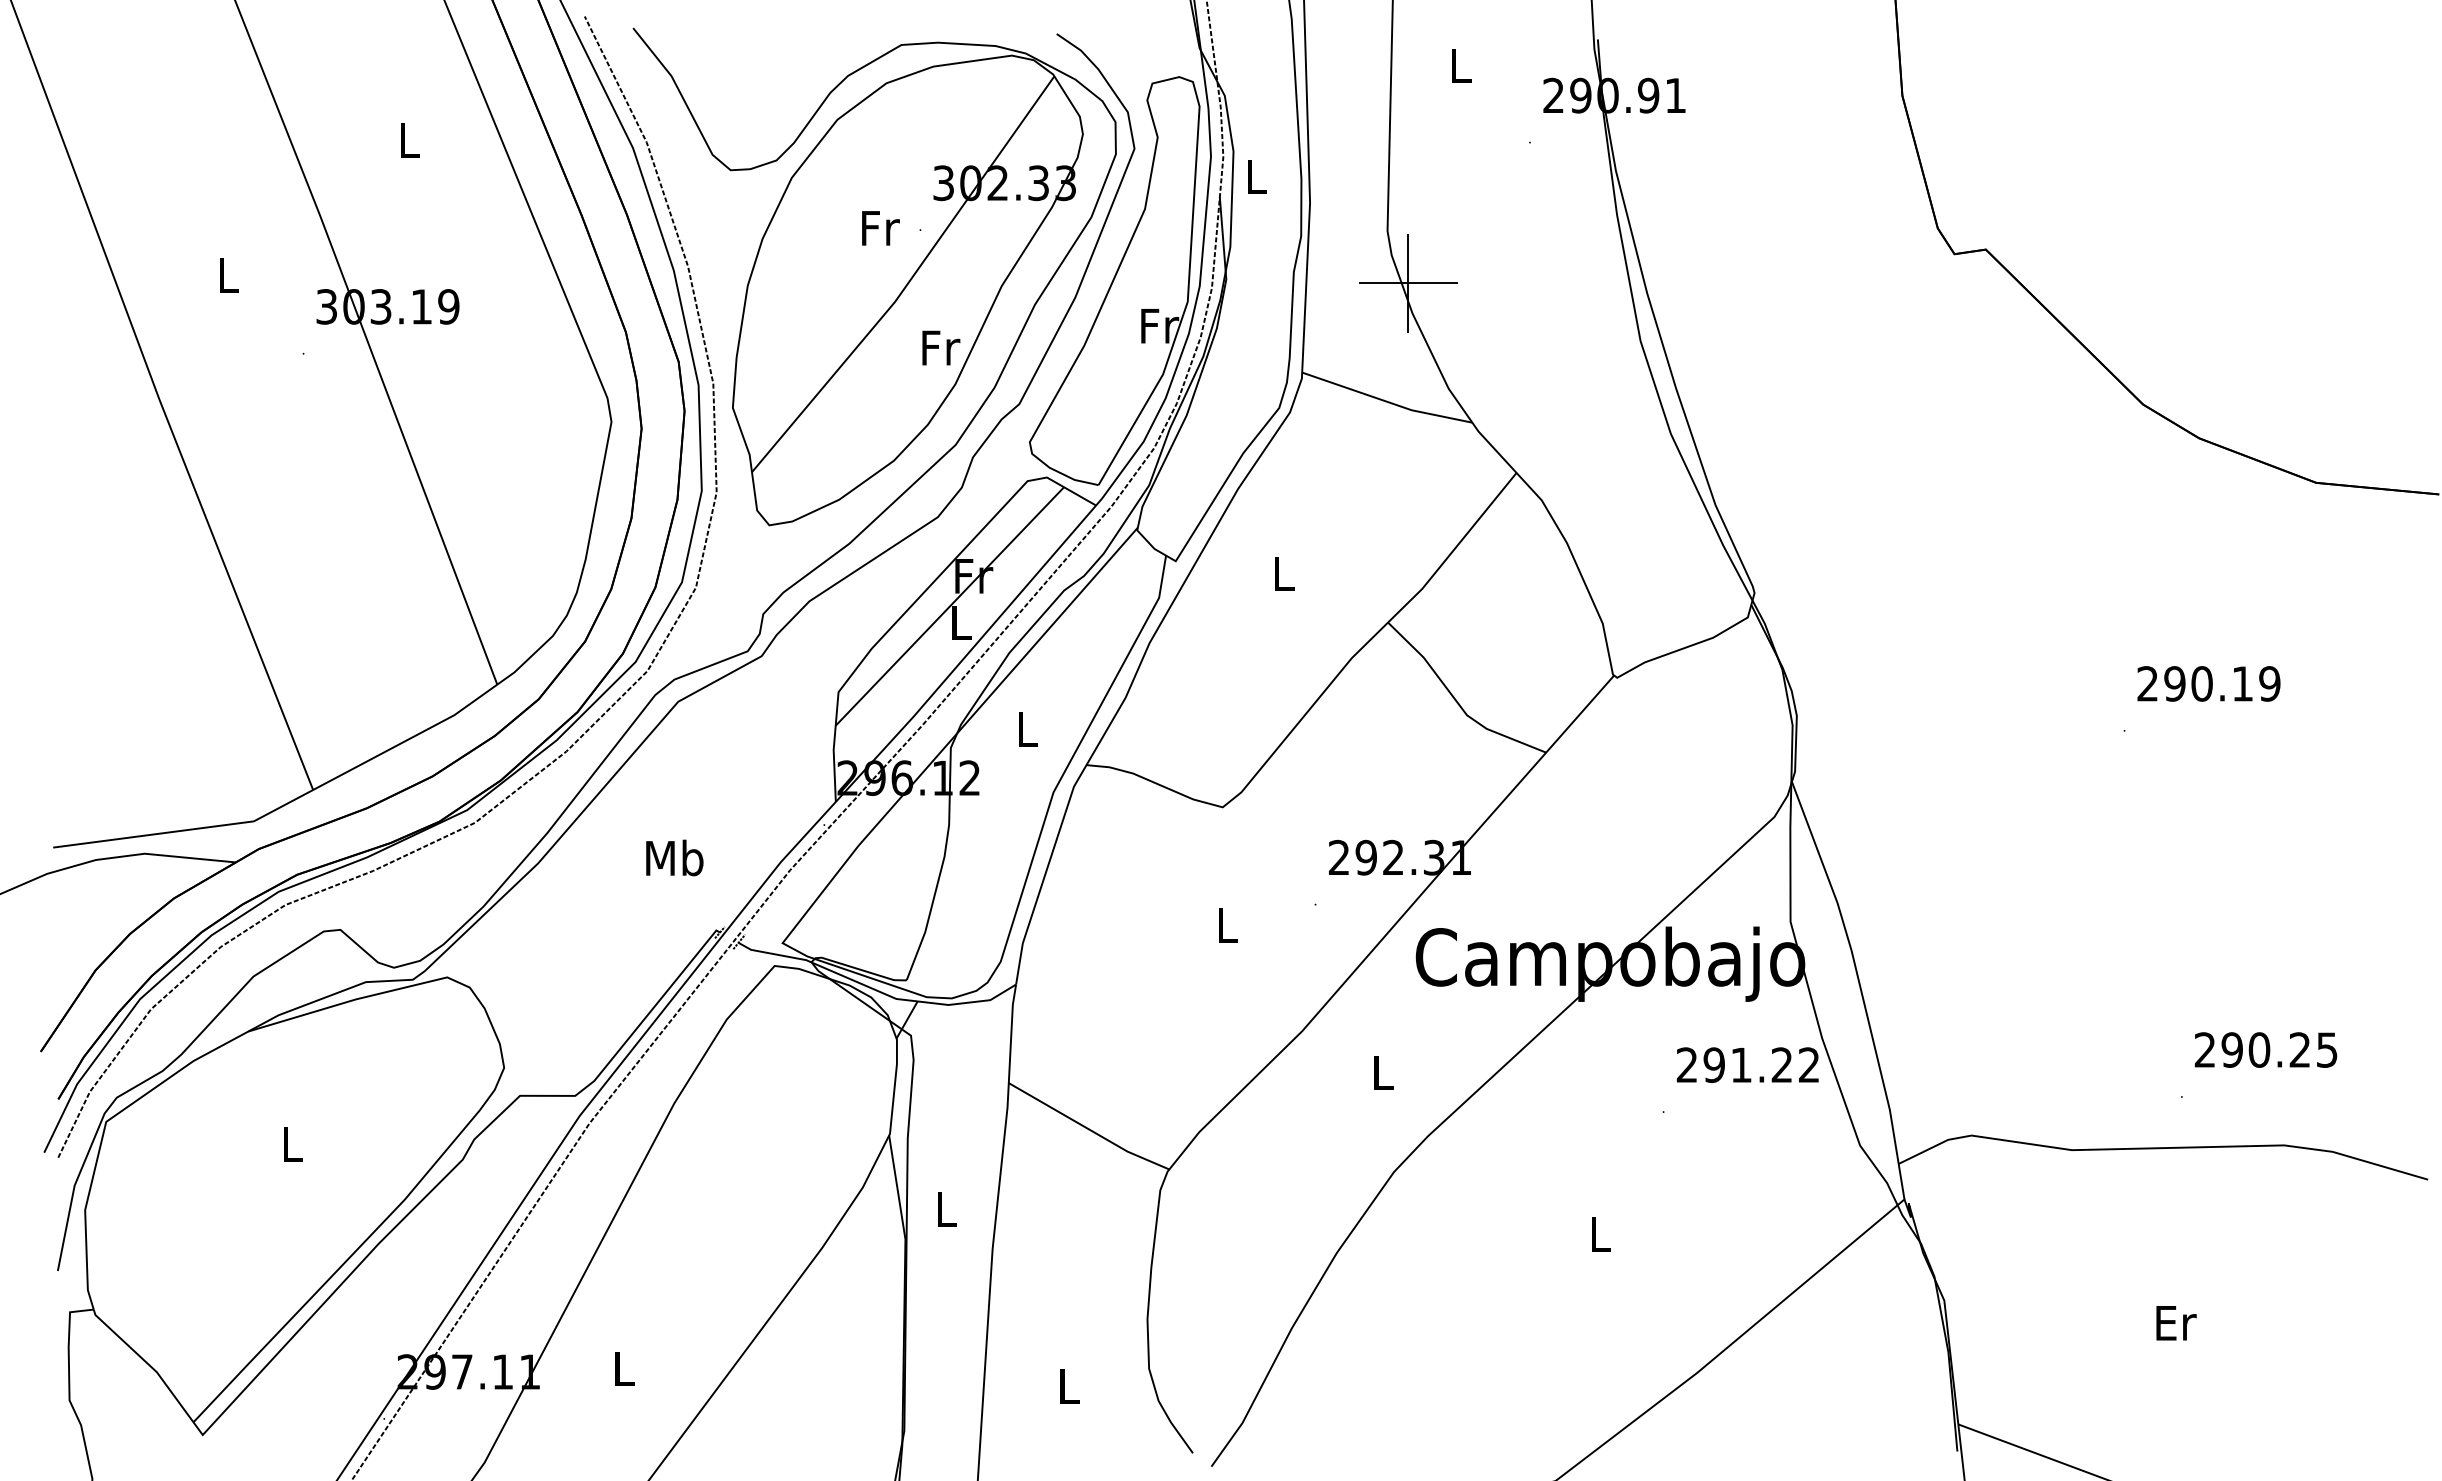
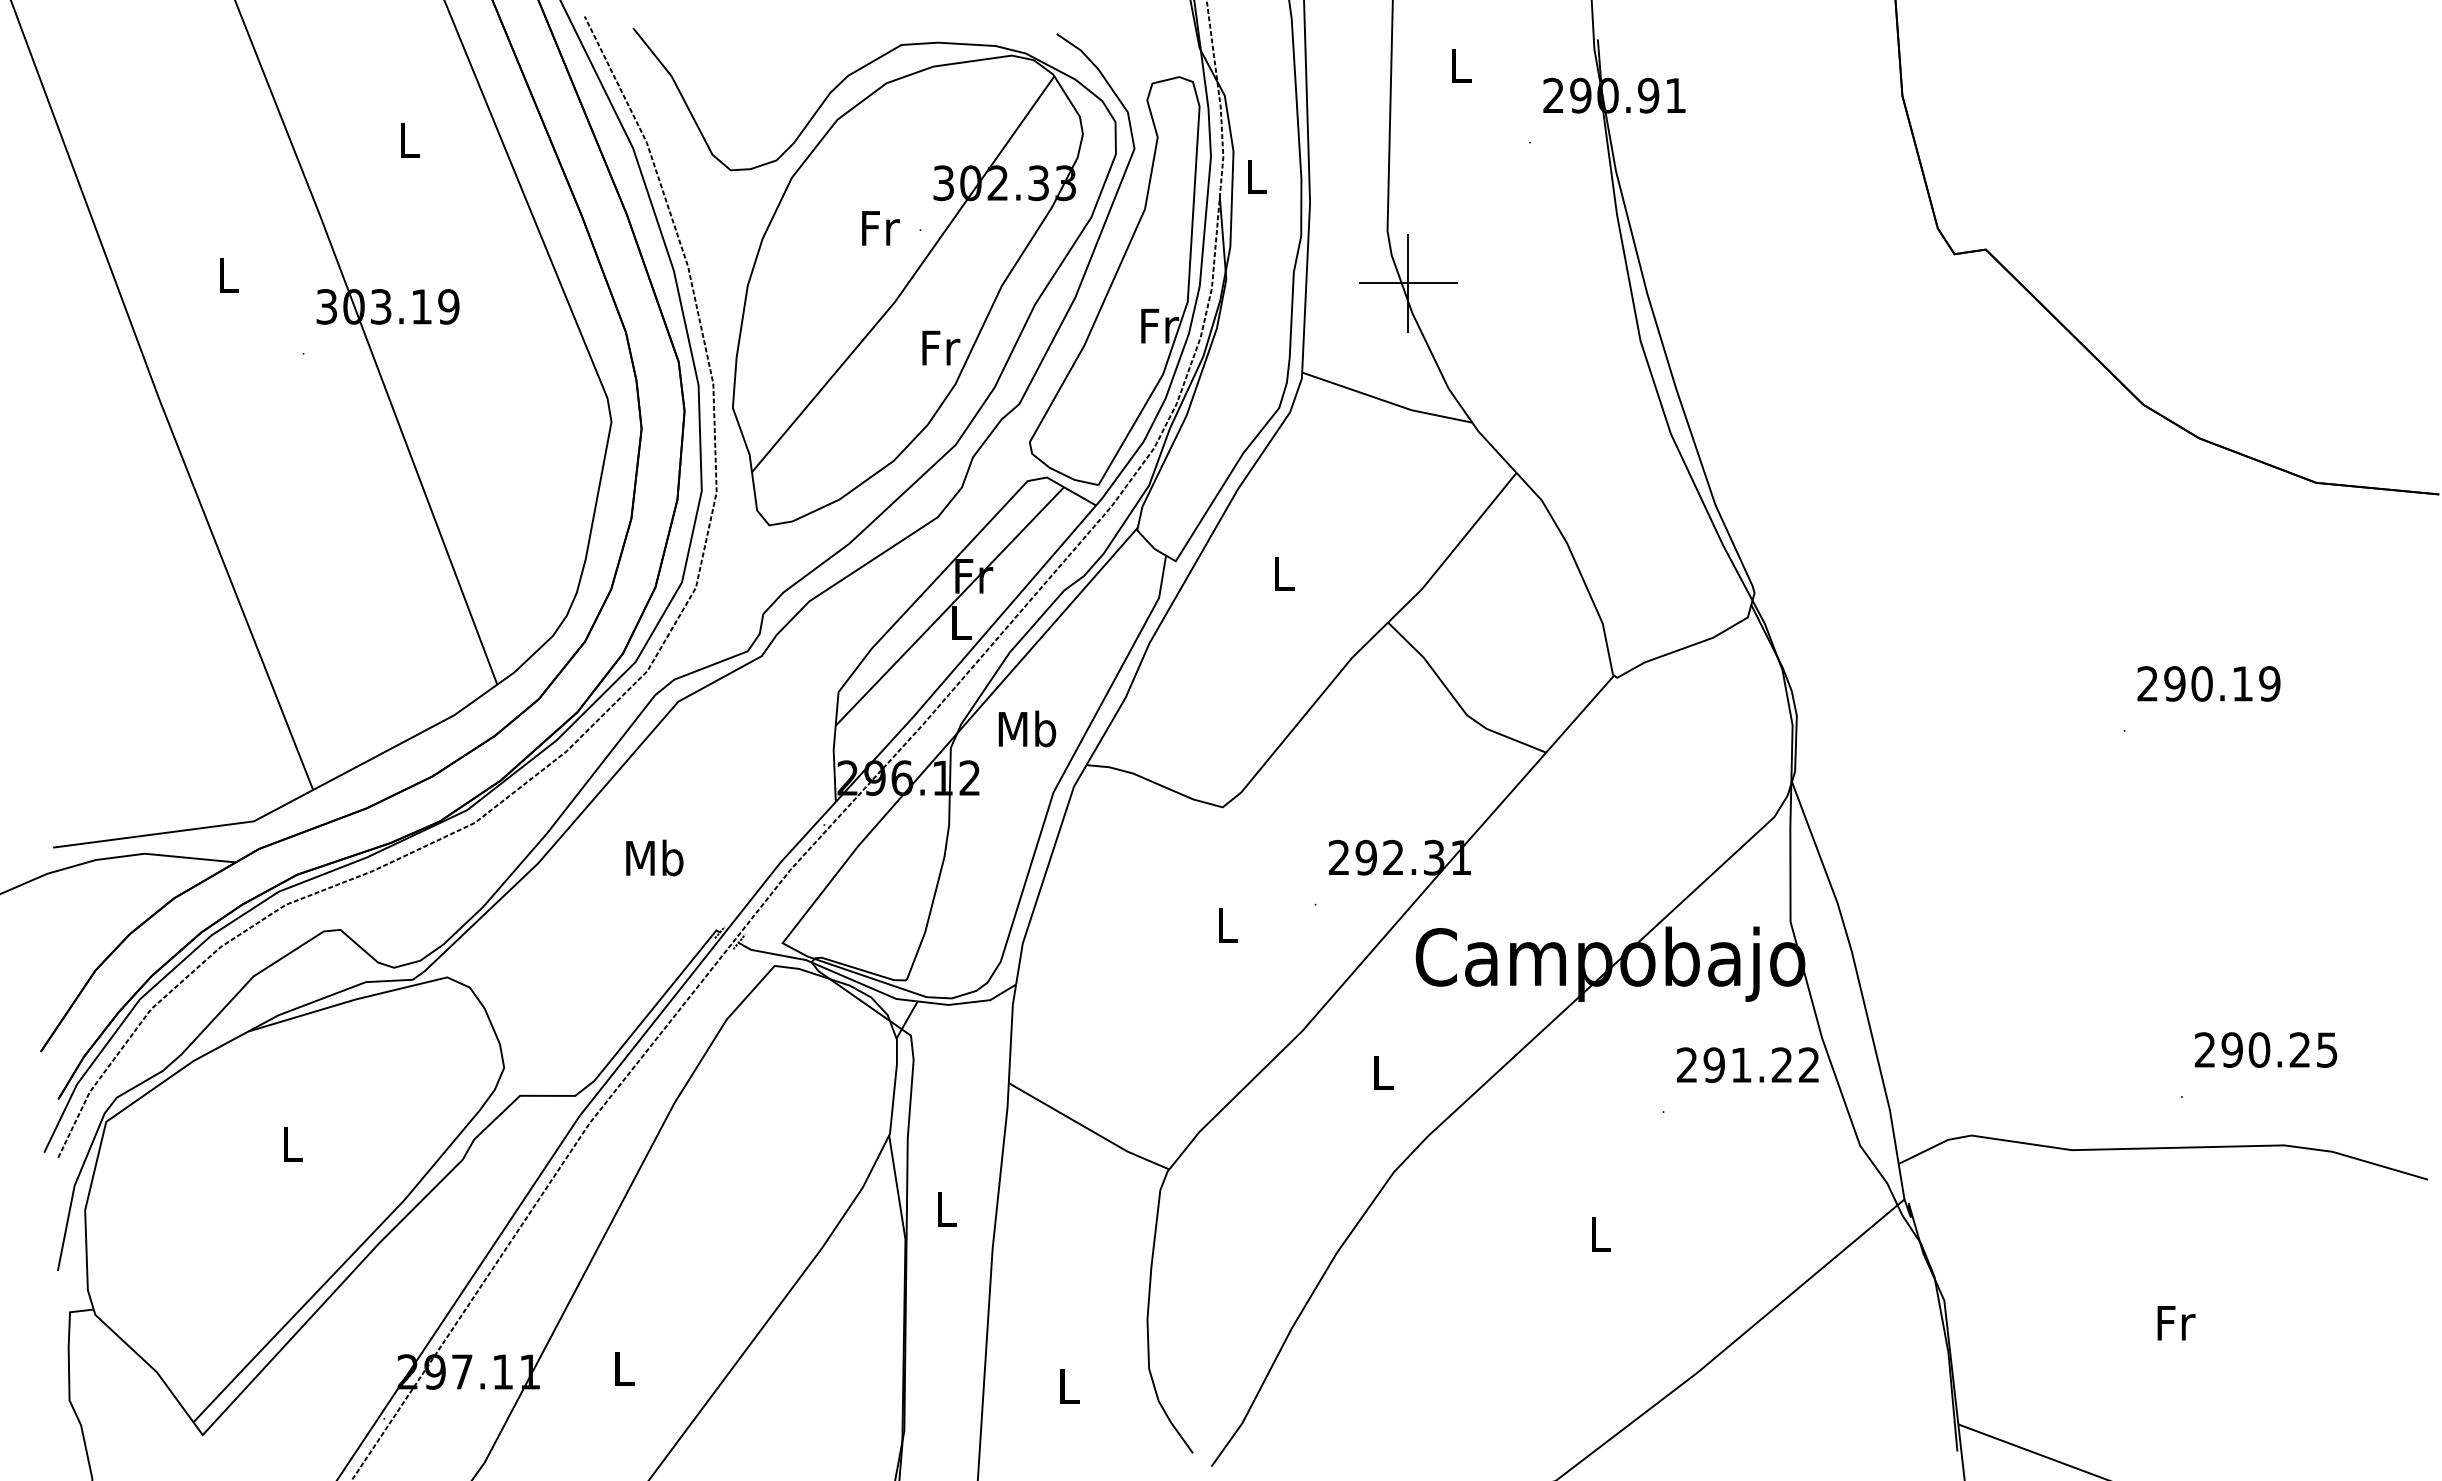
text at (1027, 728): L -> Mb
text at (674, 857) position: (674, 857) -> (654, 857)
text at (2176, 1323): Er -> Fr
